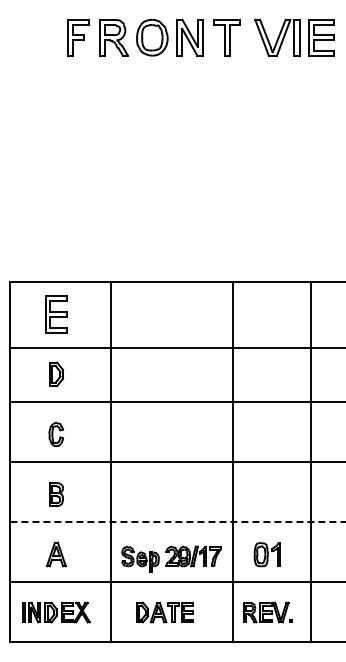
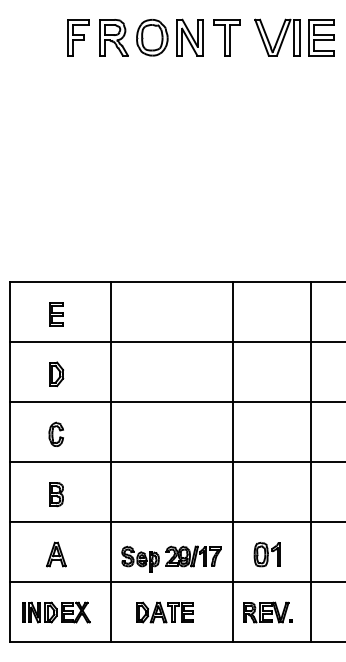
part at (56, 314) size: 23x39 px -> 15x25 px
line at (176, 347) position: (176, 347) -> (176, 341)
line at (178, 521): dashed -> solid
